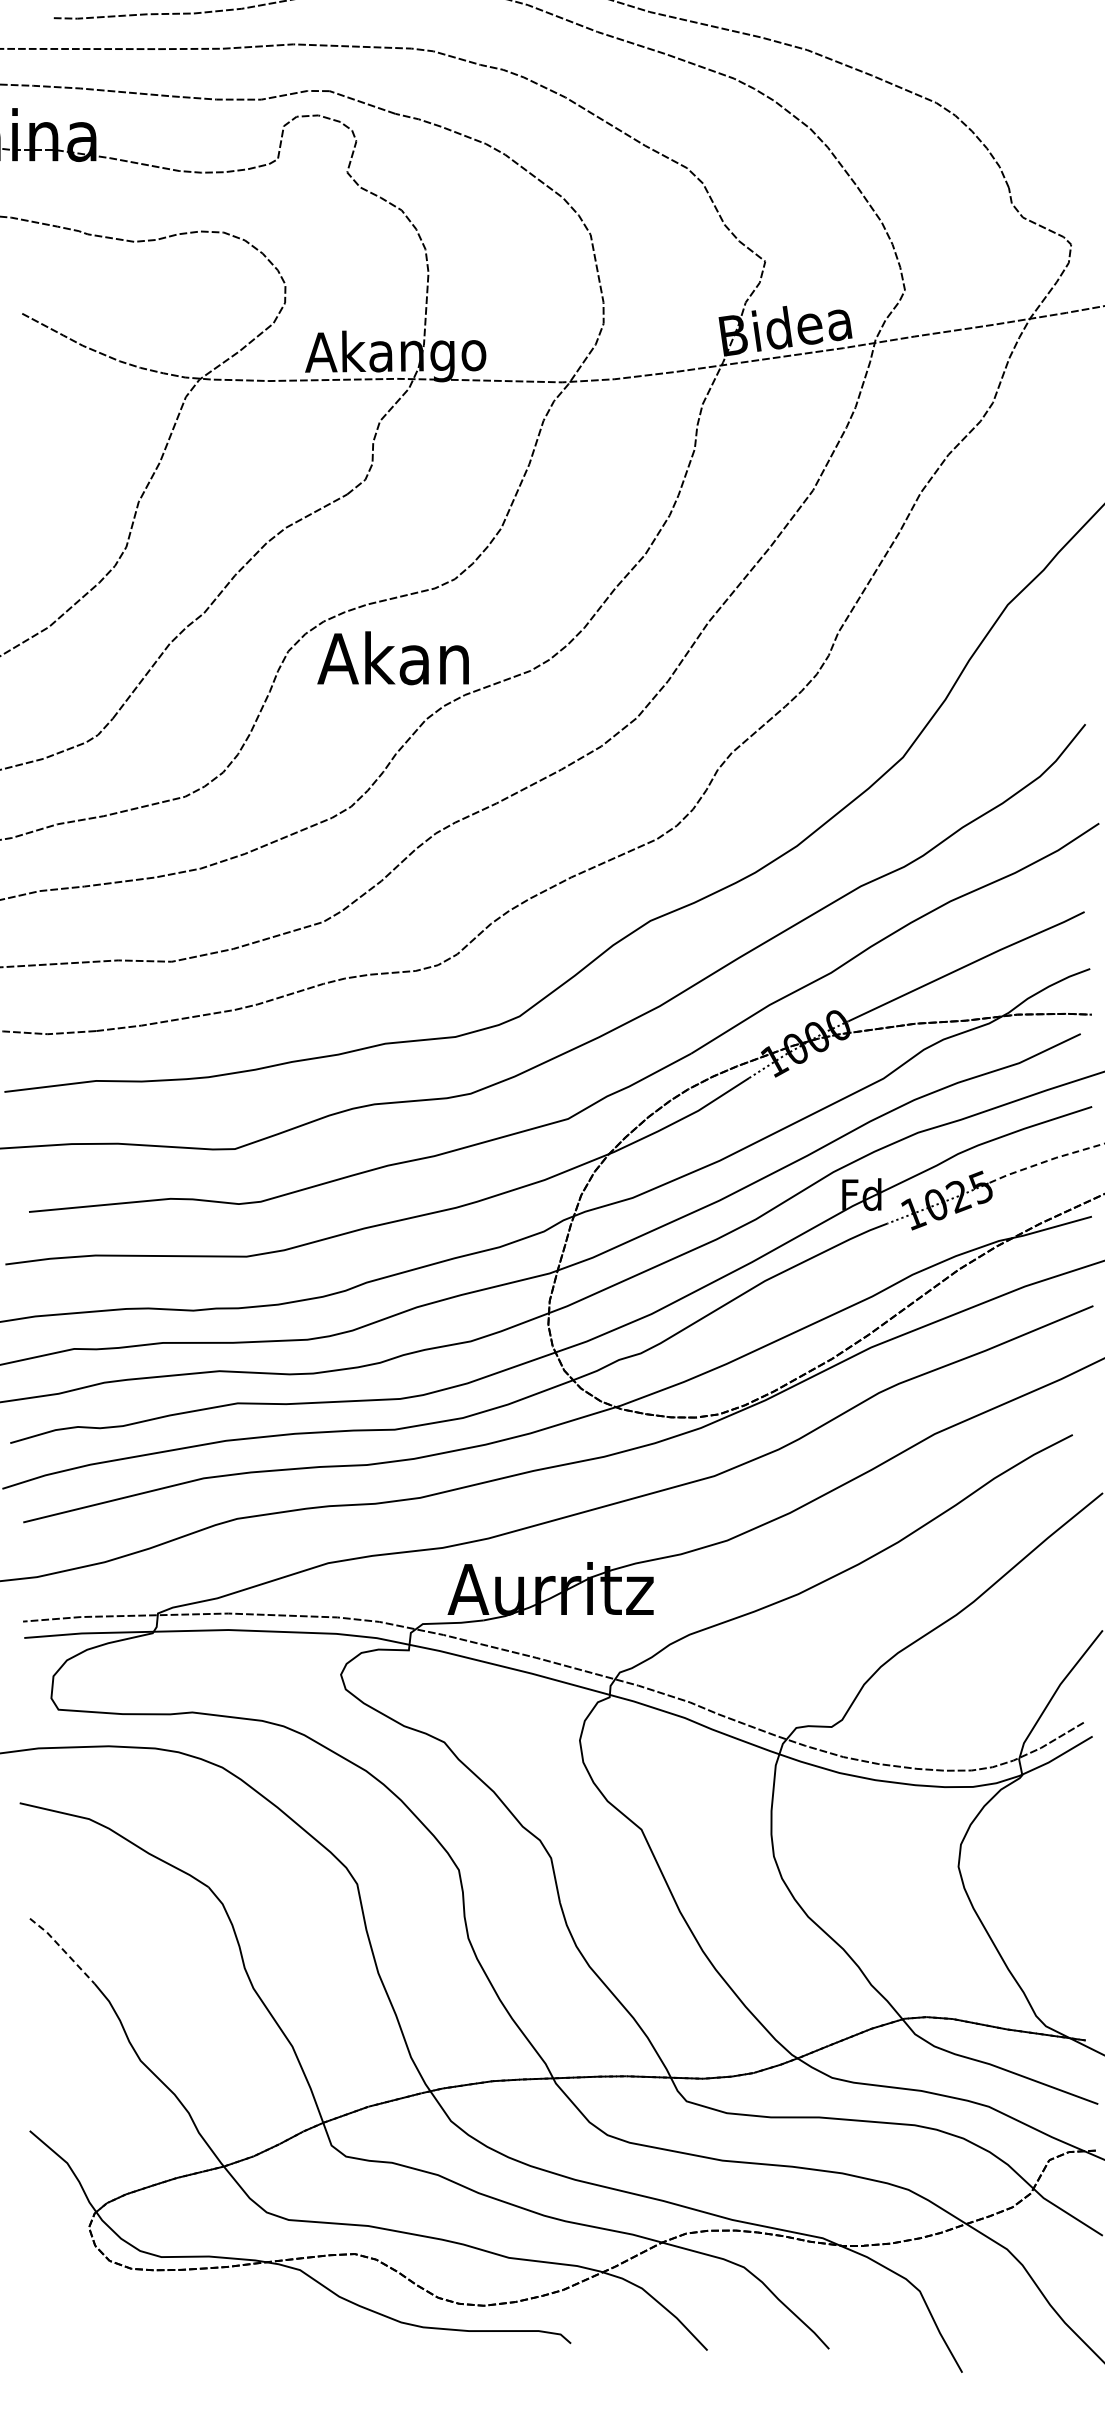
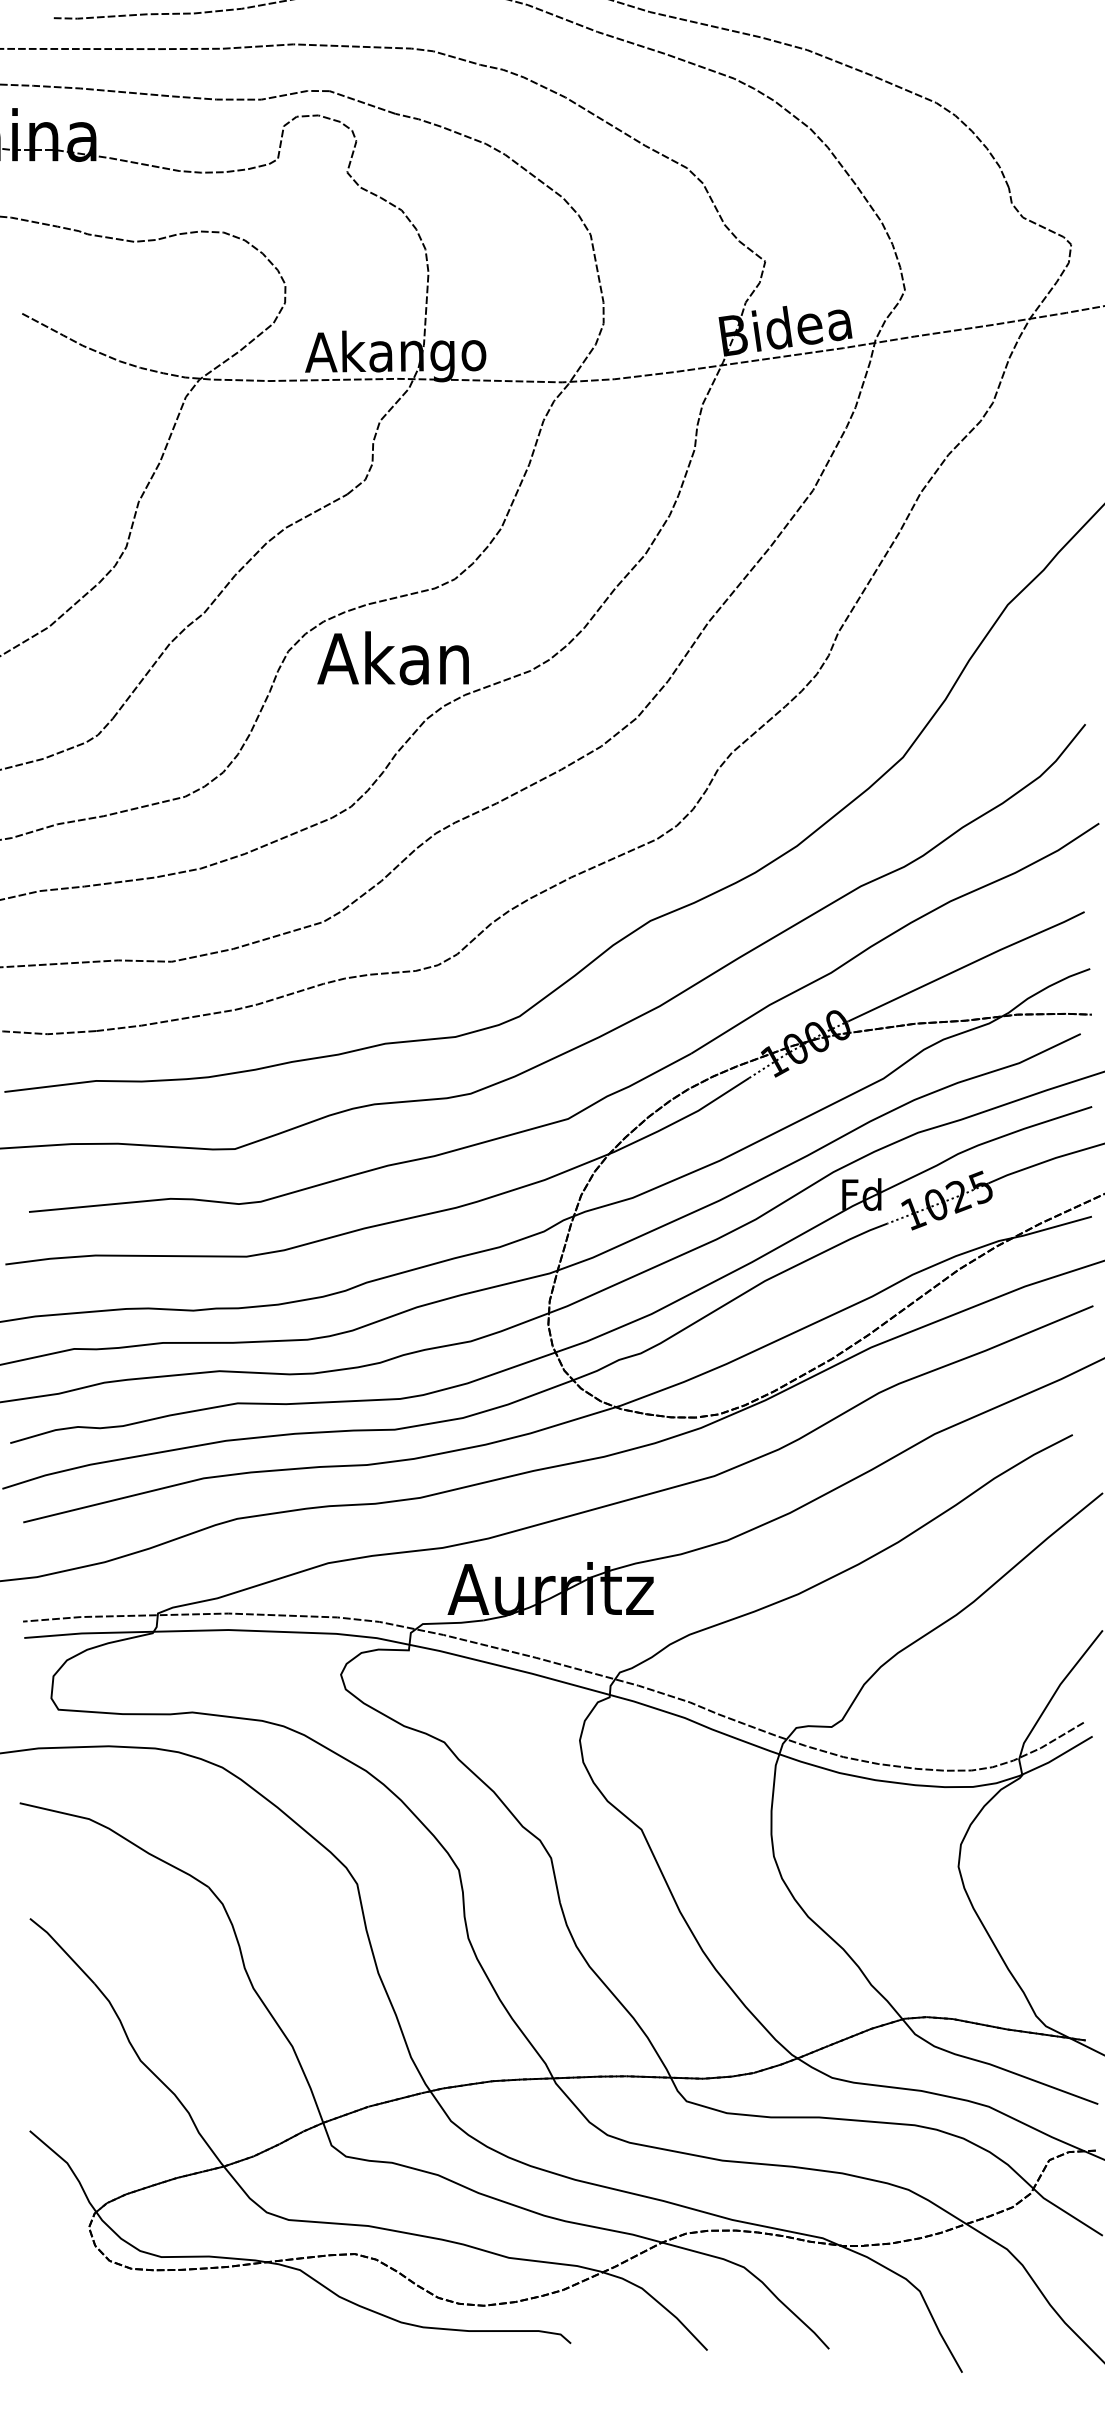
line at (1045, 1161): dashed -> solid
line at (62, 1949): dashed -> solid
